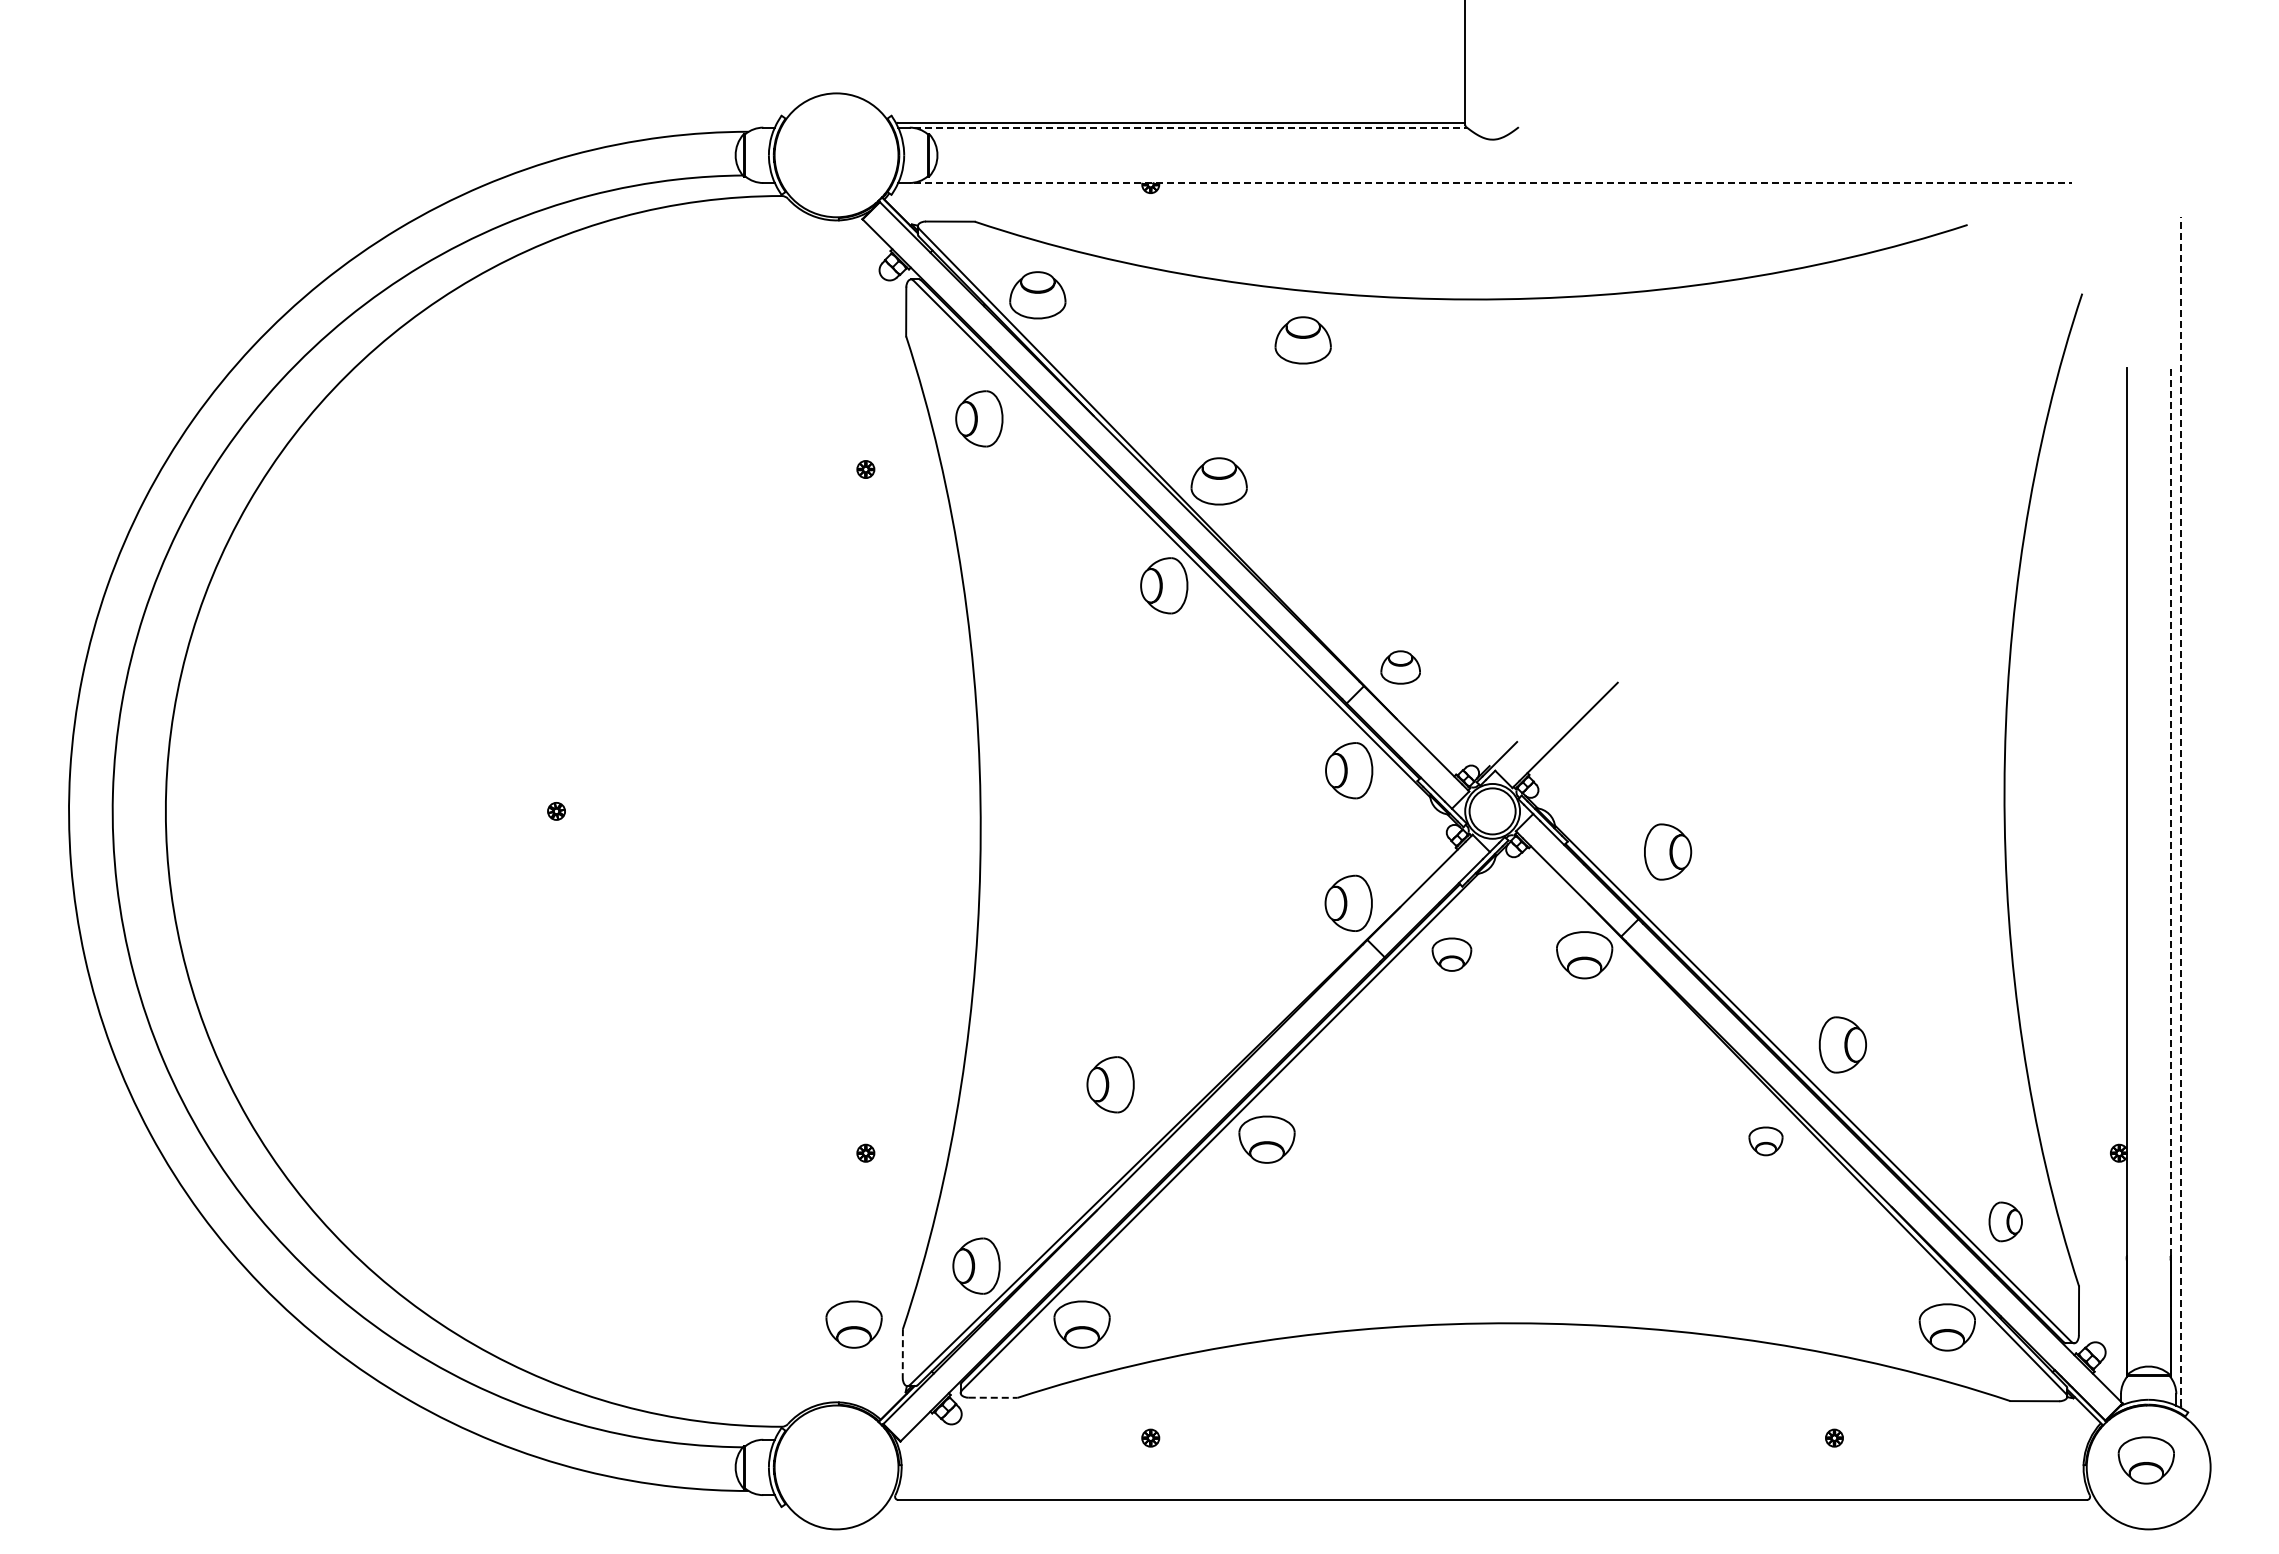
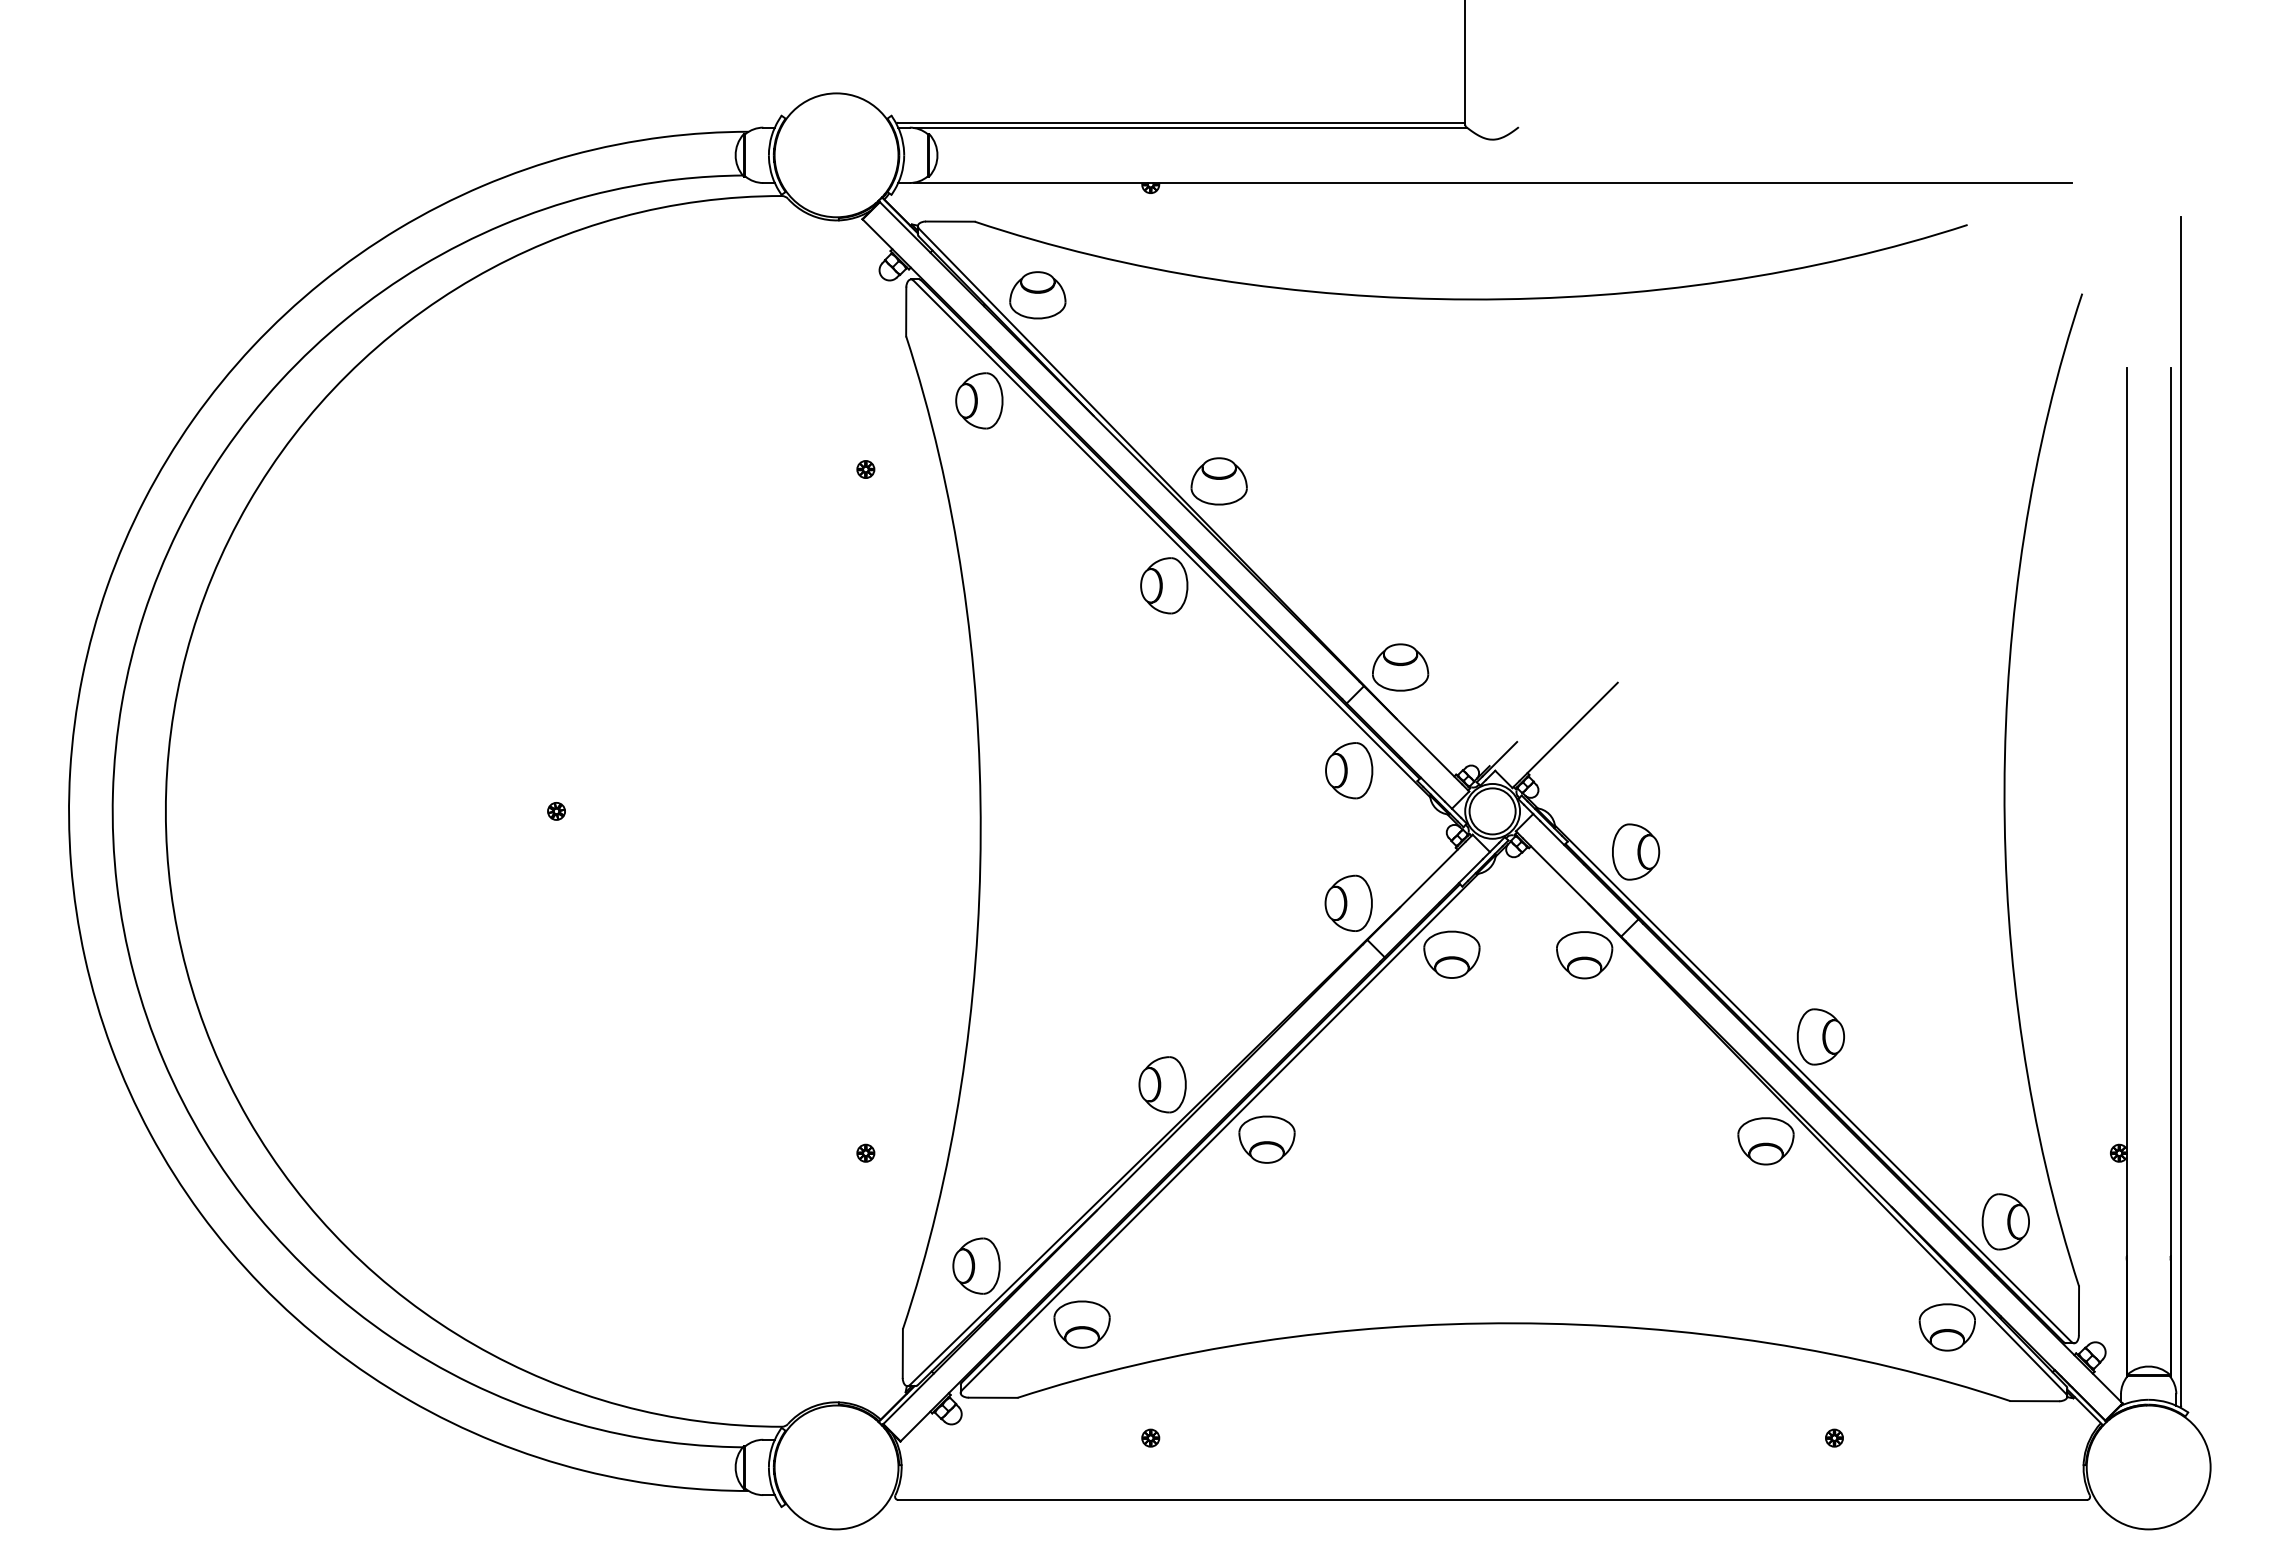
line at (1190, 127): dashed -> solid
line at (1493, 182): dashed -> solid
part at (1302, 340): present -> none
part at (979, 418) position: (979, 418) -> (979, 400)
part at (1400, 667) size: 41x35 px -> 58x49 px
line at (2181, 810): dashed -> solid
line at (2170, 811): dashed -> solid
part at (1668, 851) position: (1668, 851) -> (1636, 851)
part at (1451, 954) size: 42x35 px -> 58x49 px
part at (1842, 1044) position: (1842, 1044) -> (1820, 1036)
part at (1110, 1084) position: (1110, 1084) -> (1162, 1084)
part at (1765, 1141) size: 36x31 px -> 58x49 px
part at (2005, 1221) size: 35x42 px -> 49x58 px
part at (853, 1324): present -> none
line at (902, 1354): dashed -> solid
line at (993, 1397): dashed -> solid
part at (2145, 1460): present -> none
